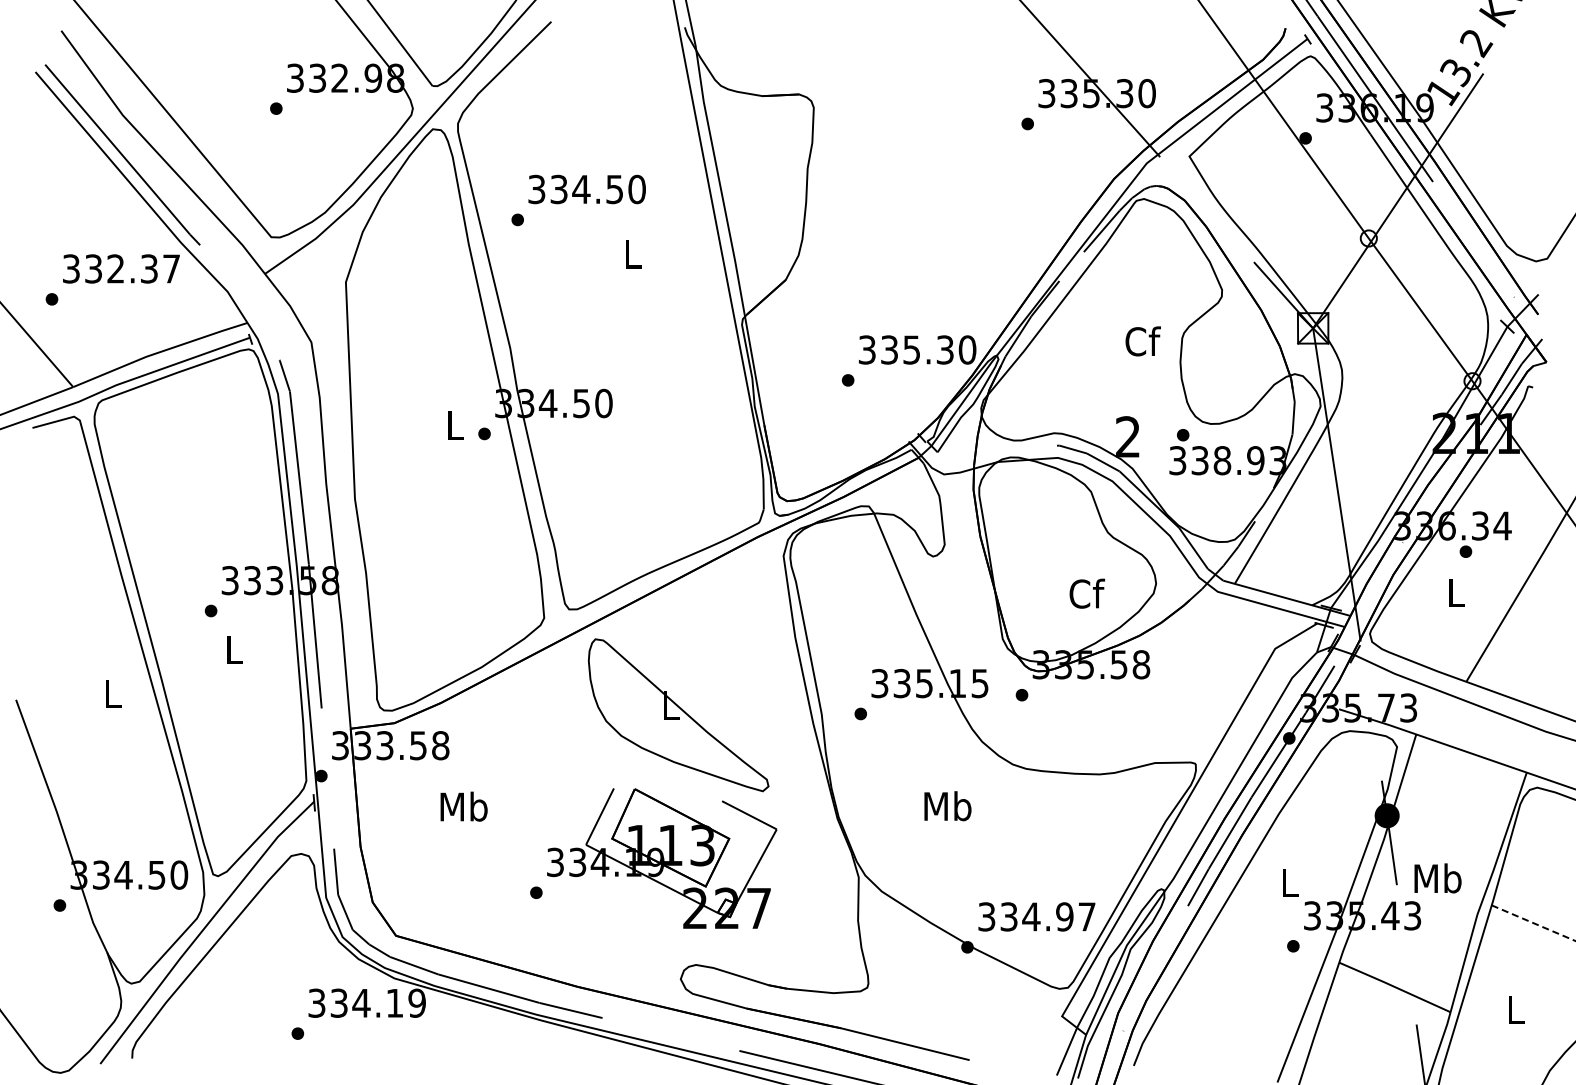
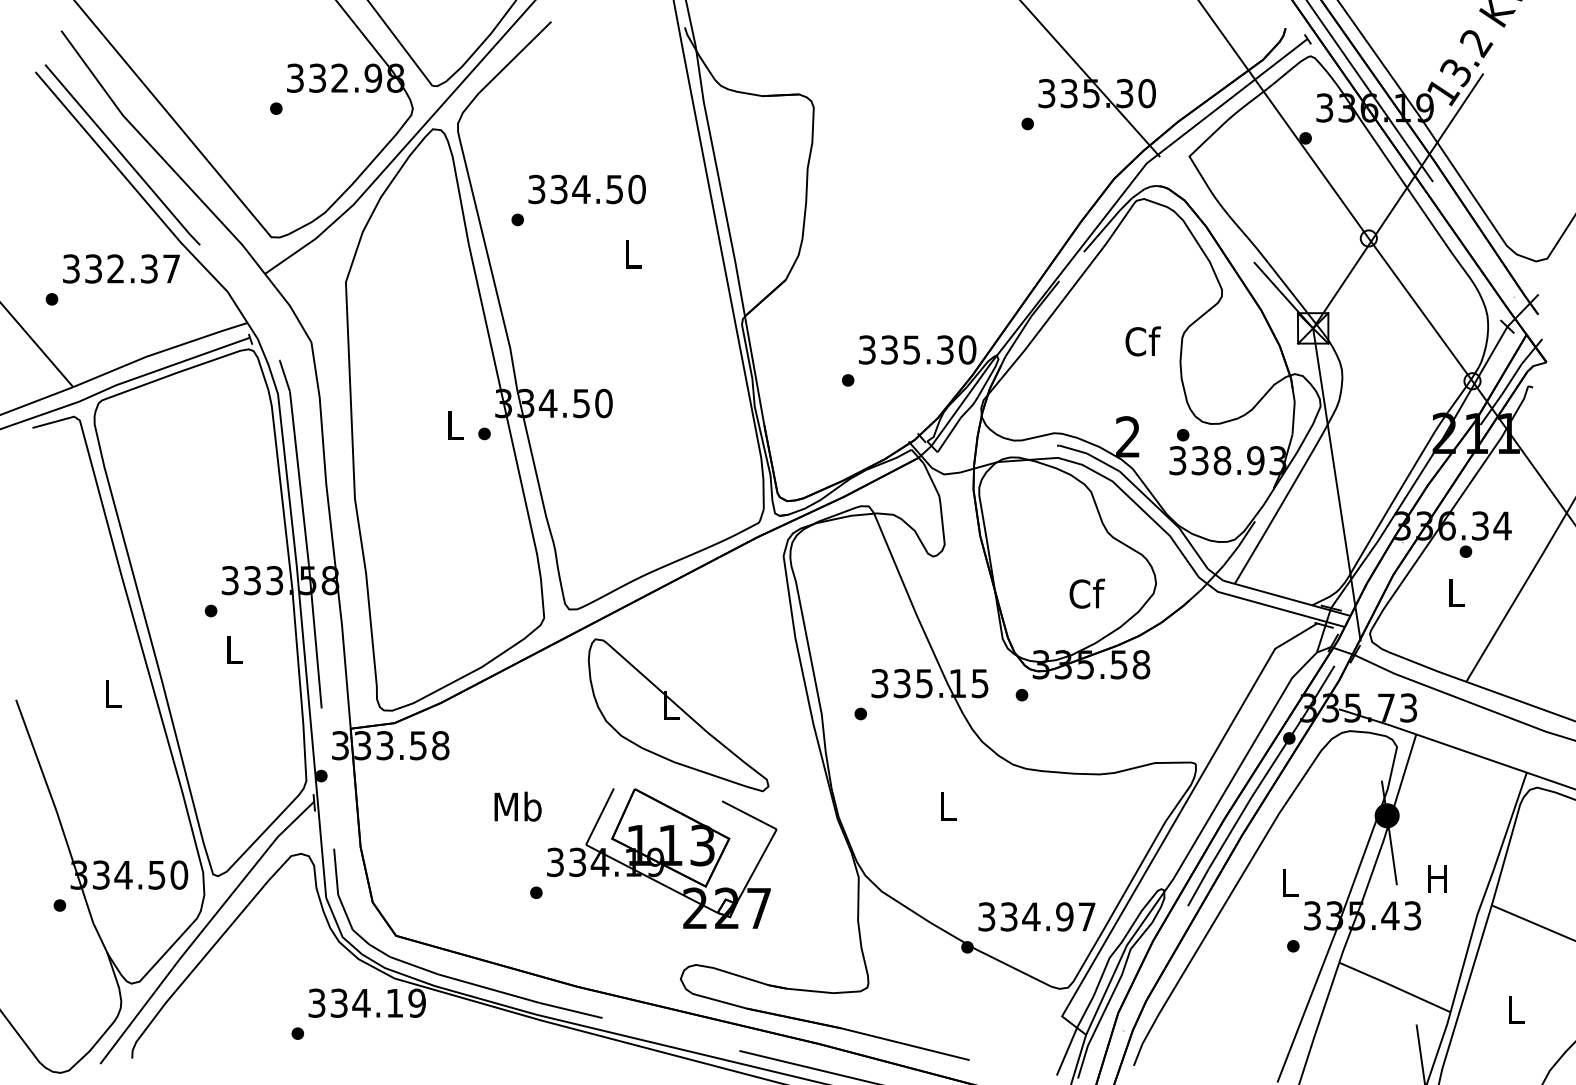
text at (463, 806) position: (463, 806) -> (517, 806)
text at (947, 806): Mb -> L
text at (1437, 878): Mb -> H
line at (1534, 923): dashed -> solid
